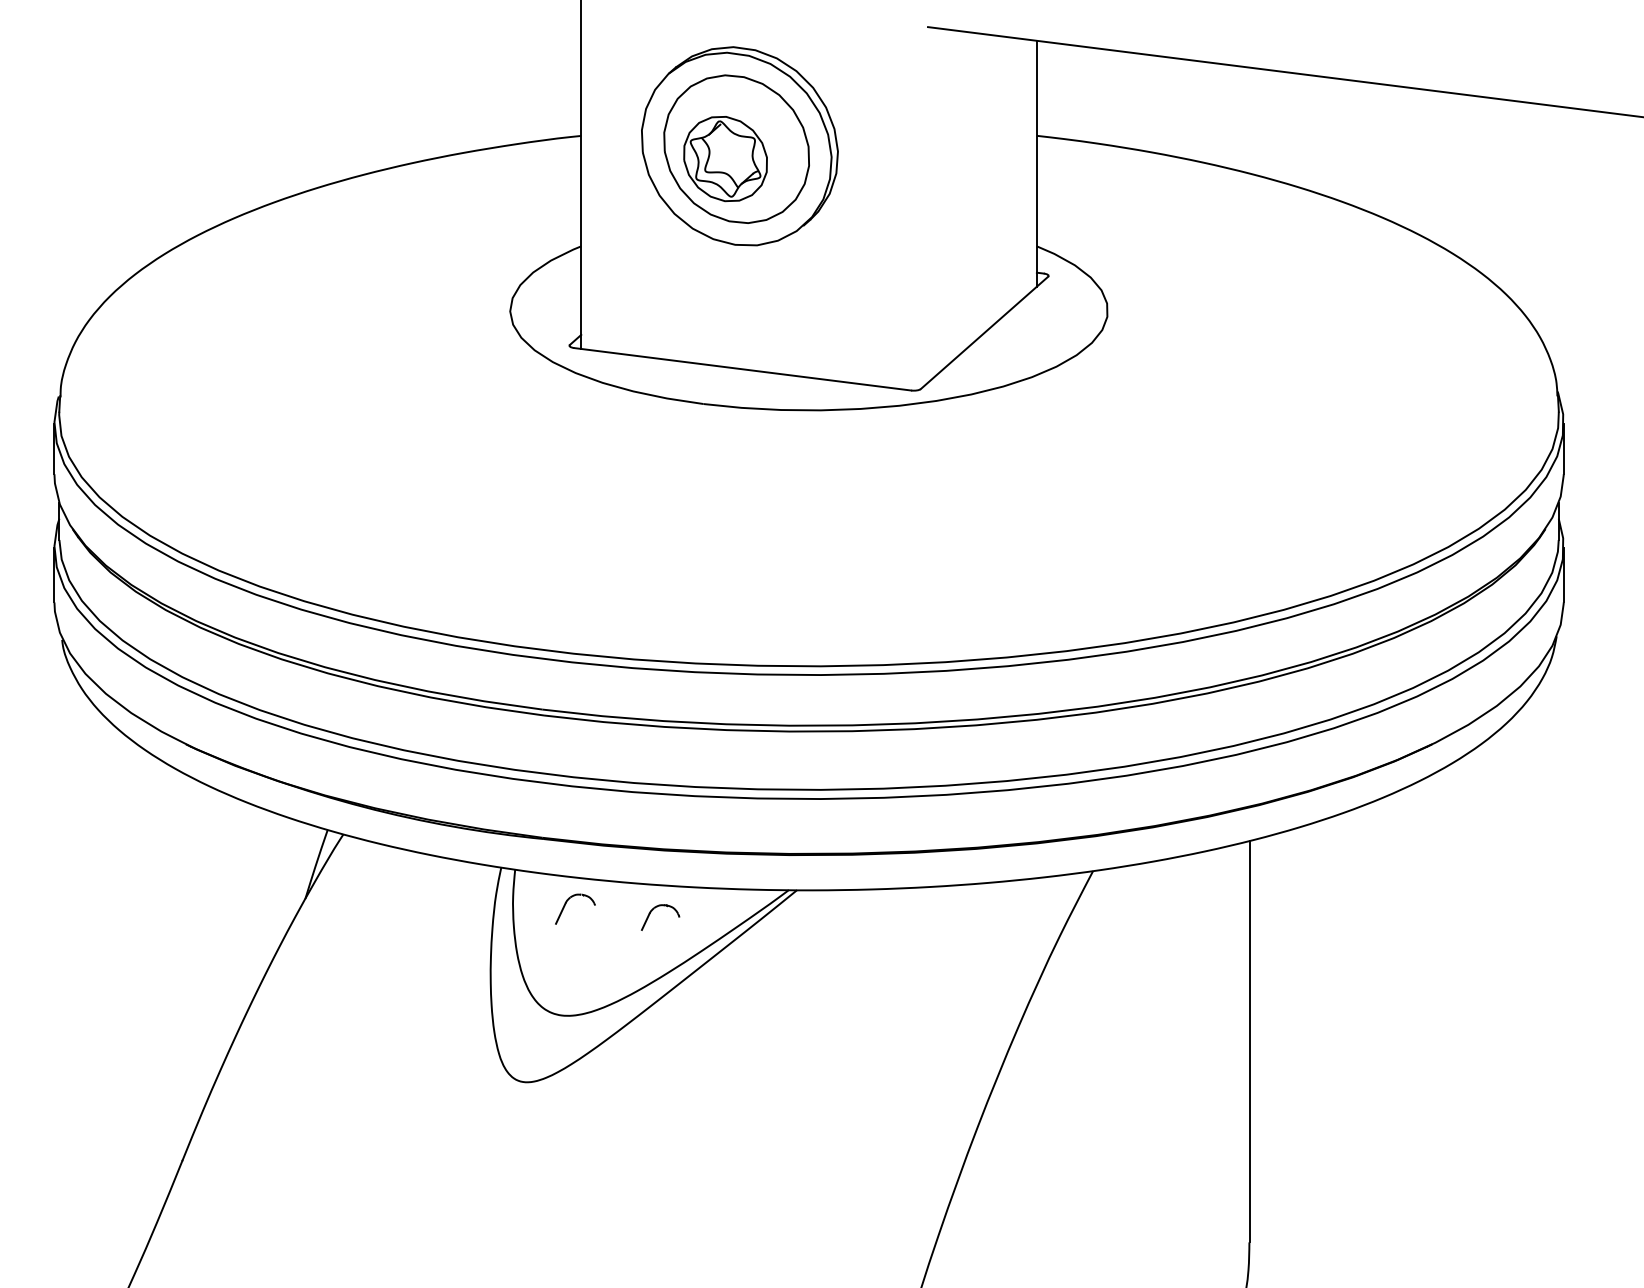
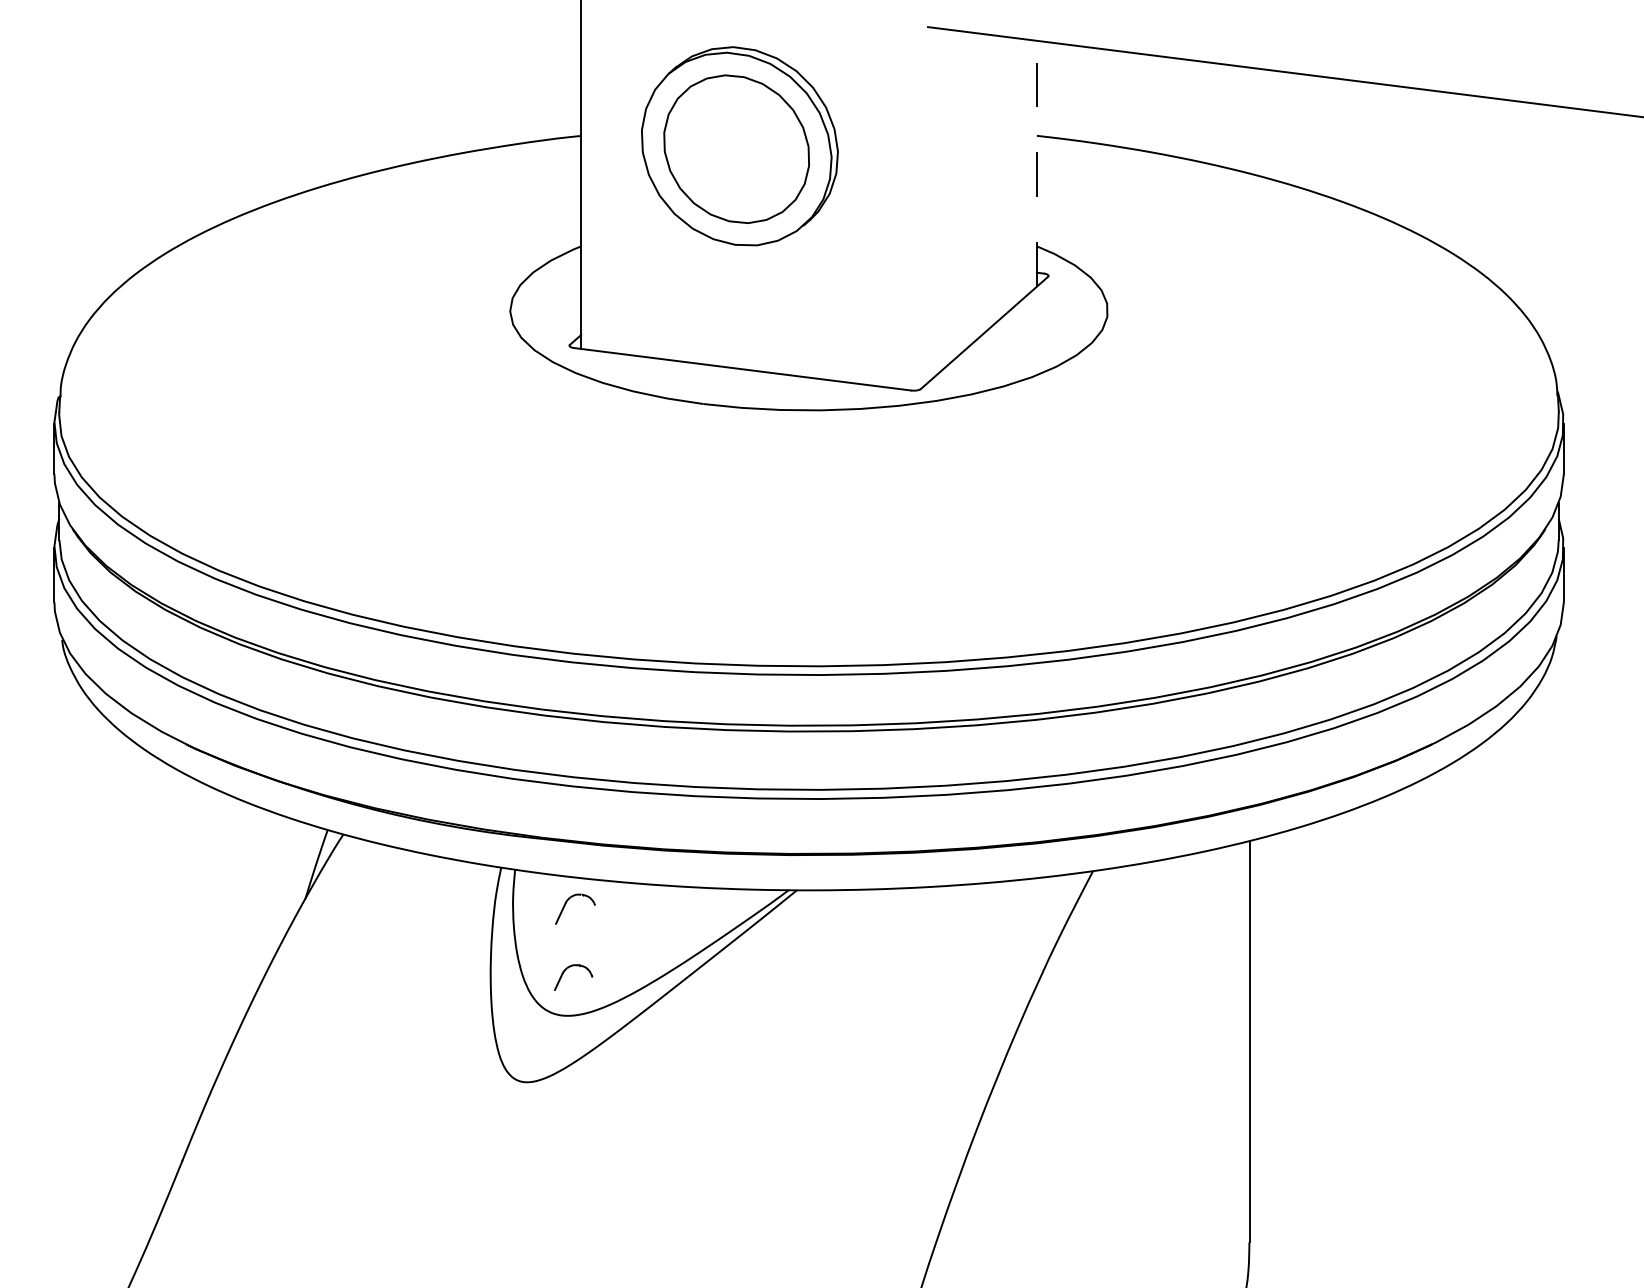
part at (725, 159): present -> none
line at (1036, 163): solid -> dashed
part at (653, 910) position: (653, 910) -> (566, 970)
